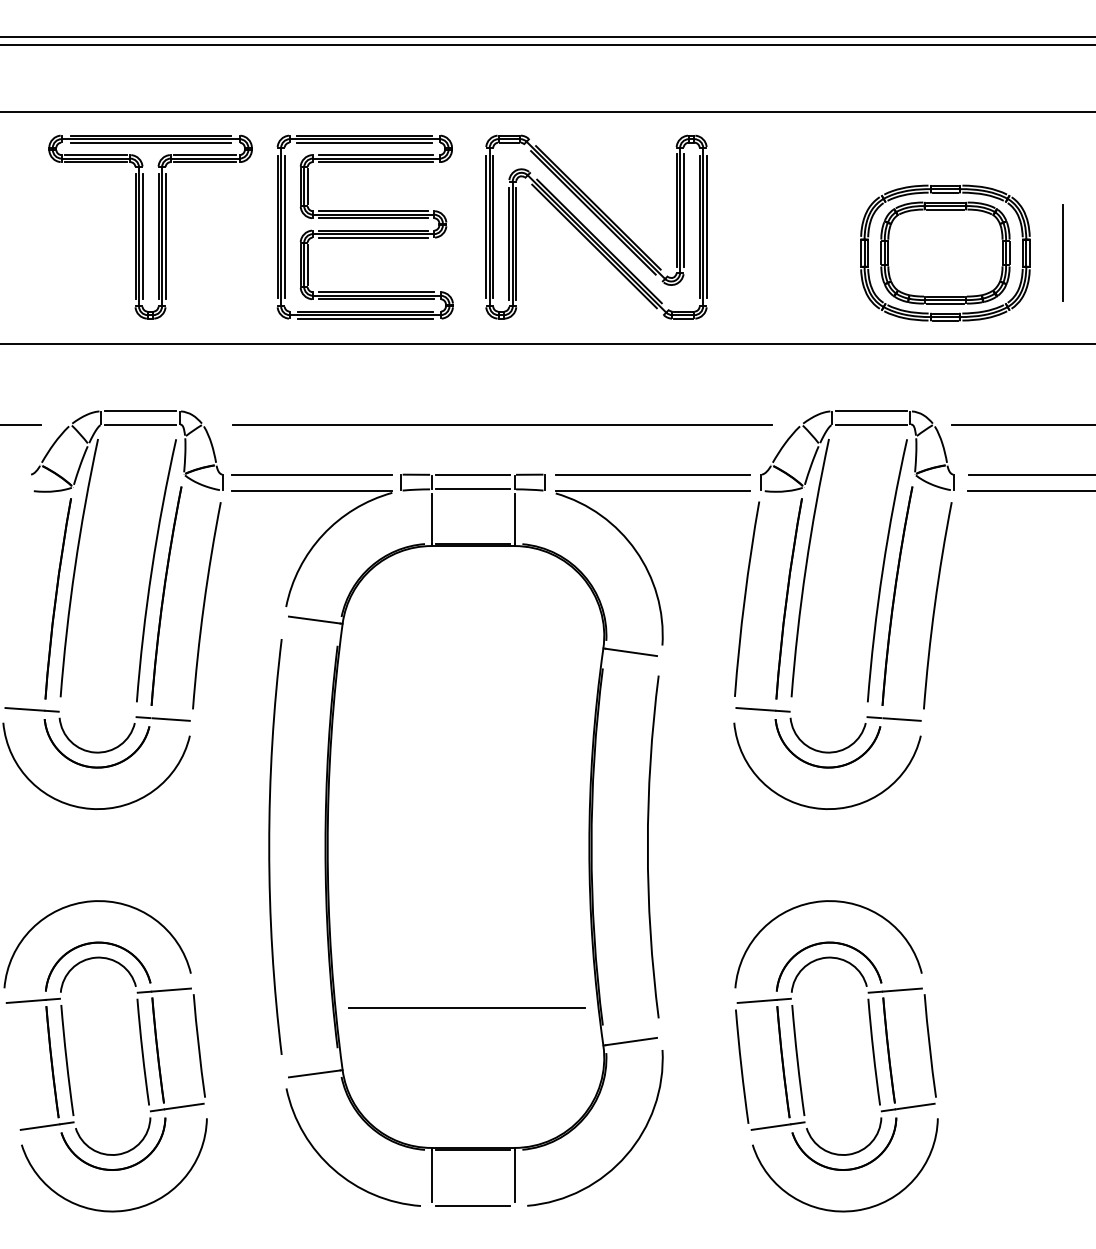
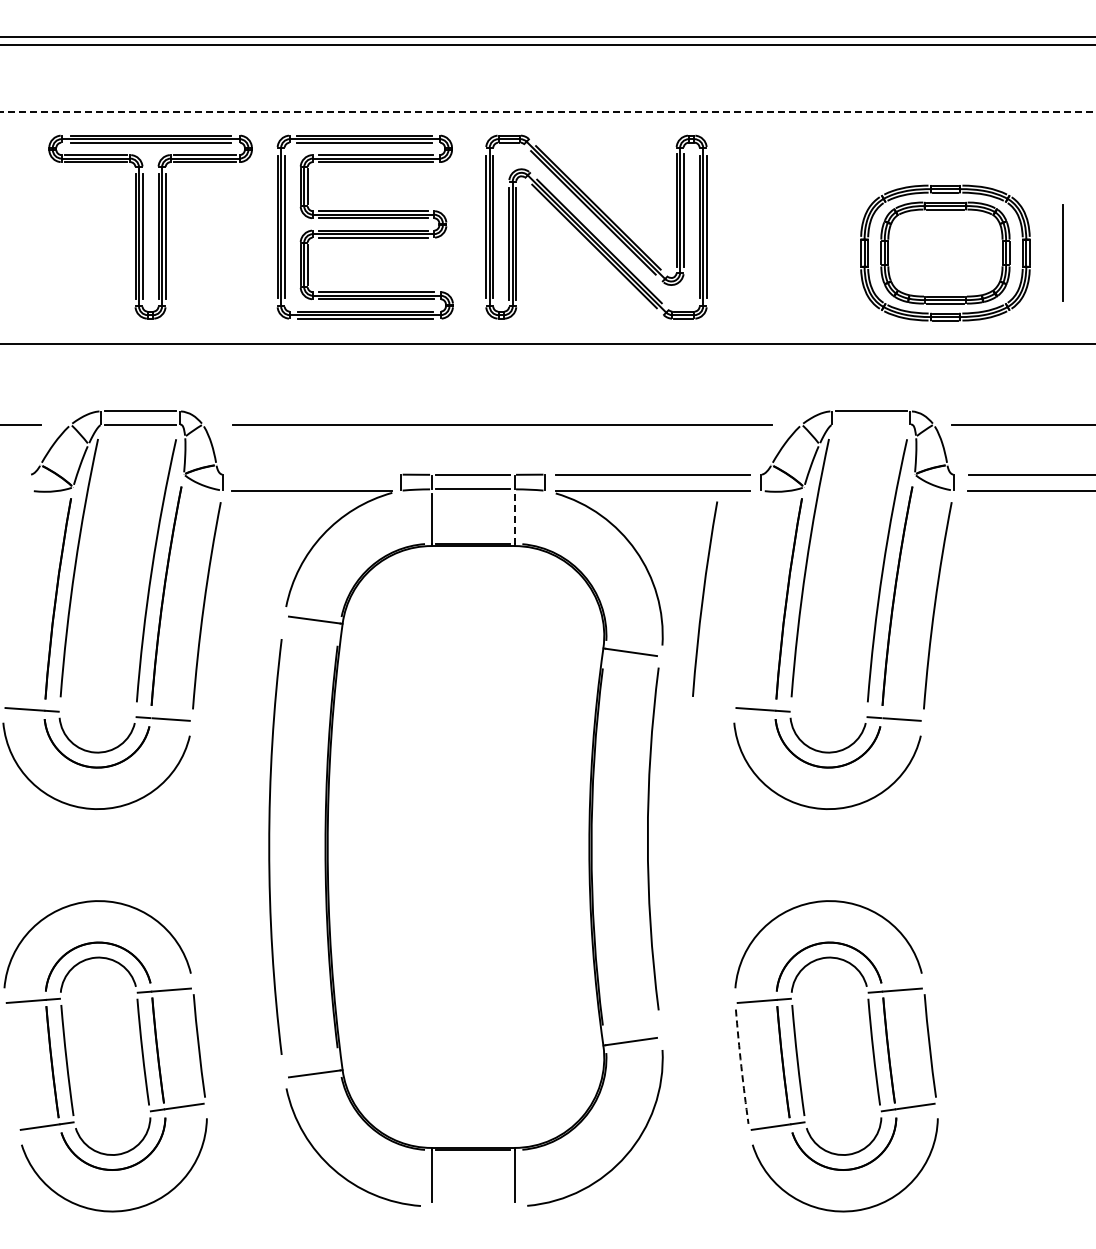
line at (547, 111): solid -> dashed
line at (871, 424): present -> none
line at (312, 474): present -> none
line at (514, 518): solid -> dashed
arc at (745, 598) position: (745, 598) -> (703, 598)
arc at (648, 846) position: (648, 846) -> (648, 838)
line at (466, 1008): present -> none
arc at (741, 1066): solid -> dashed
line at (472, 1206): present -> none
